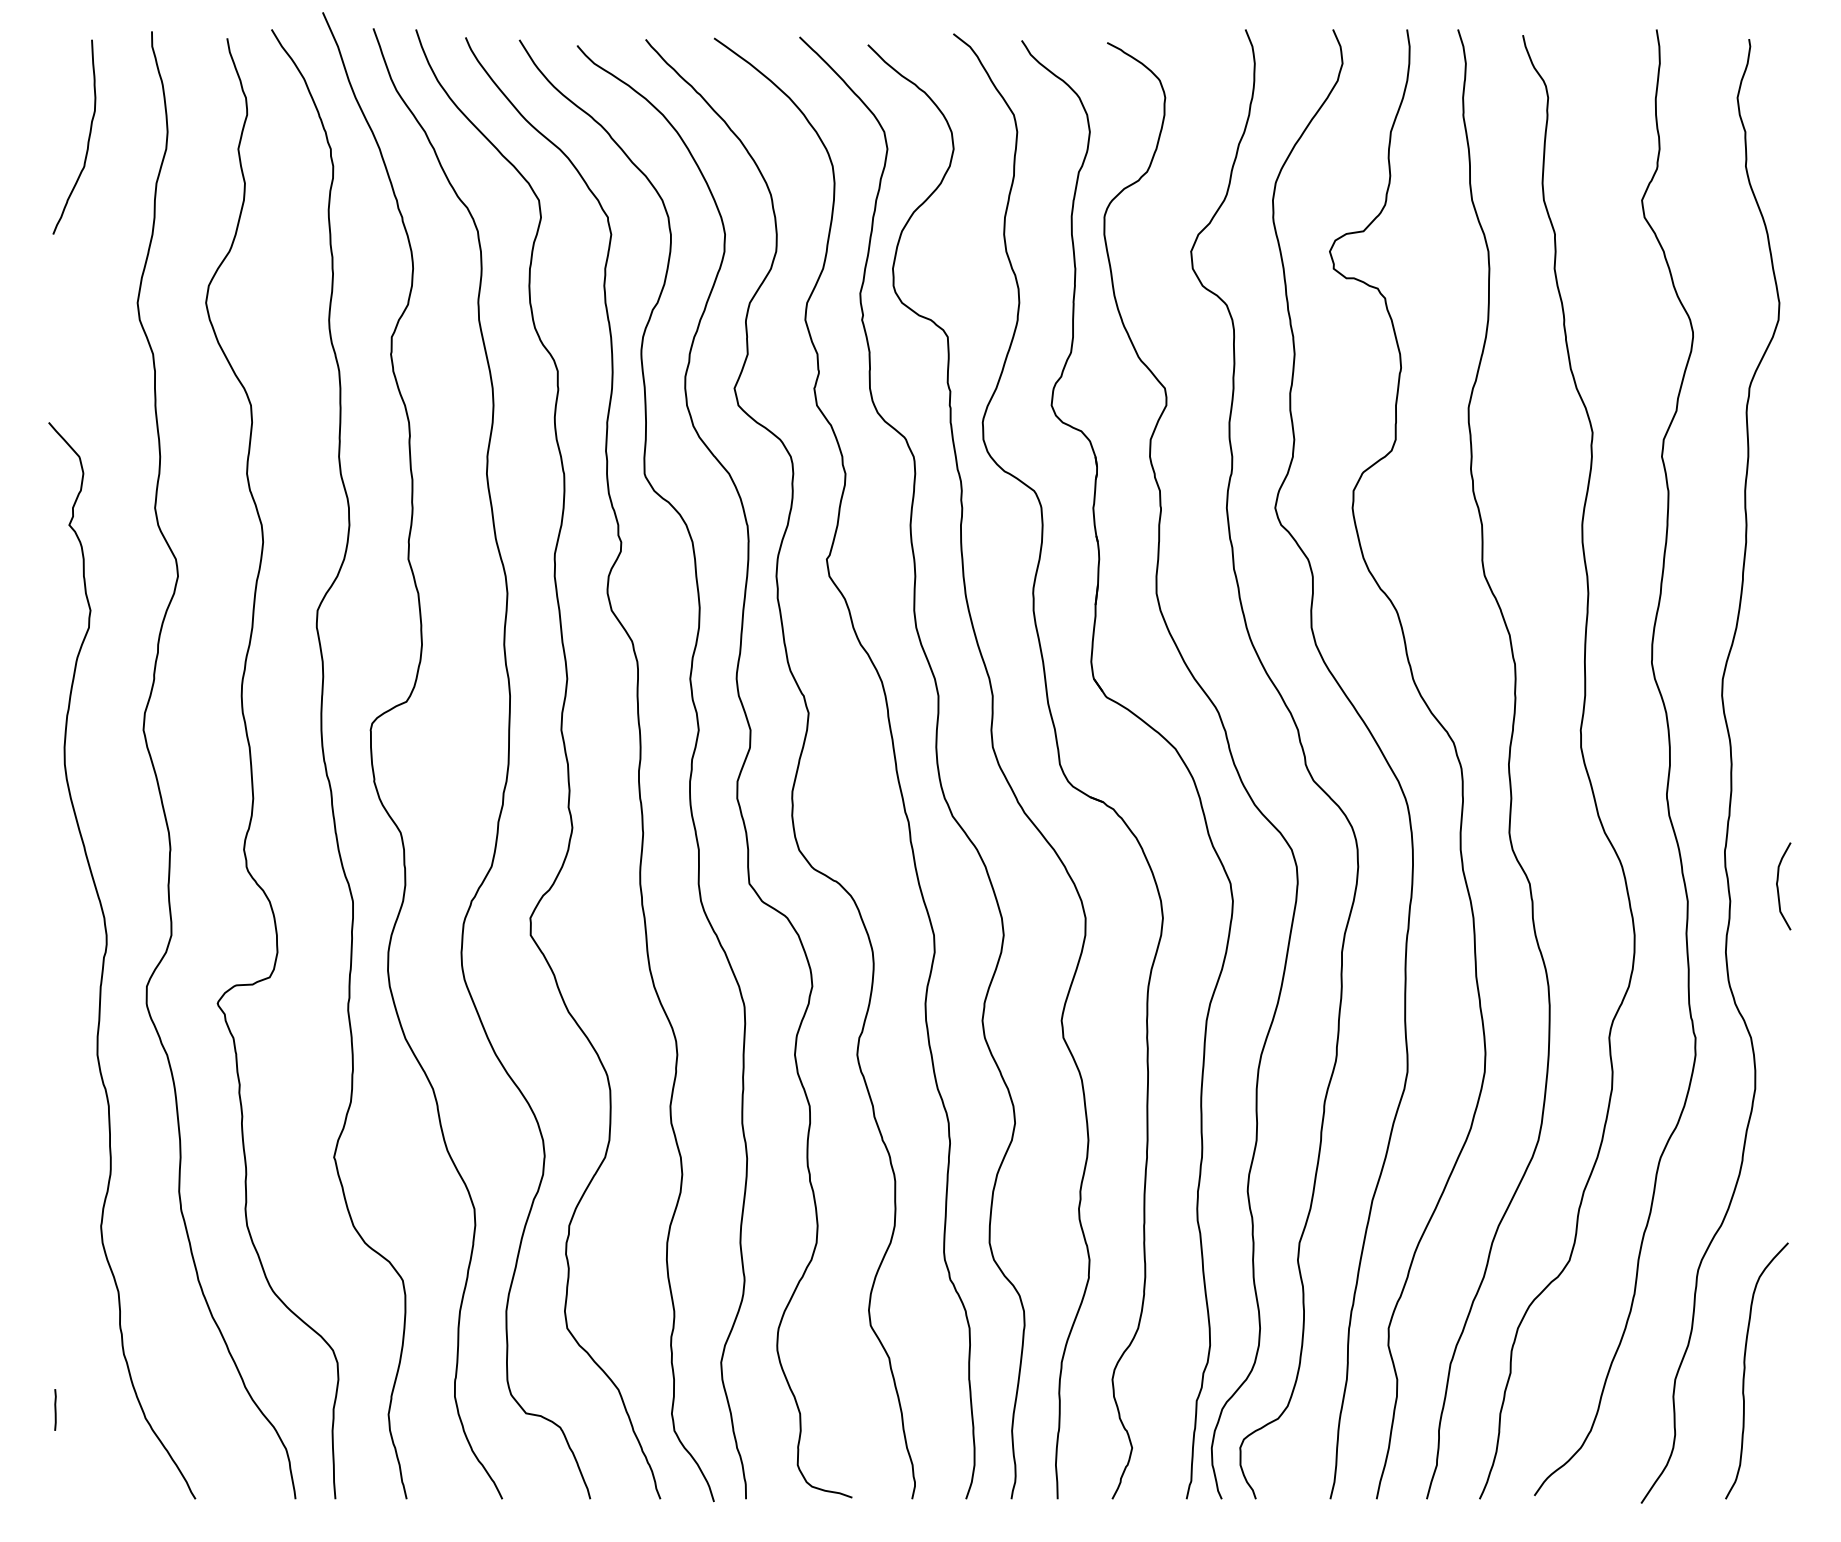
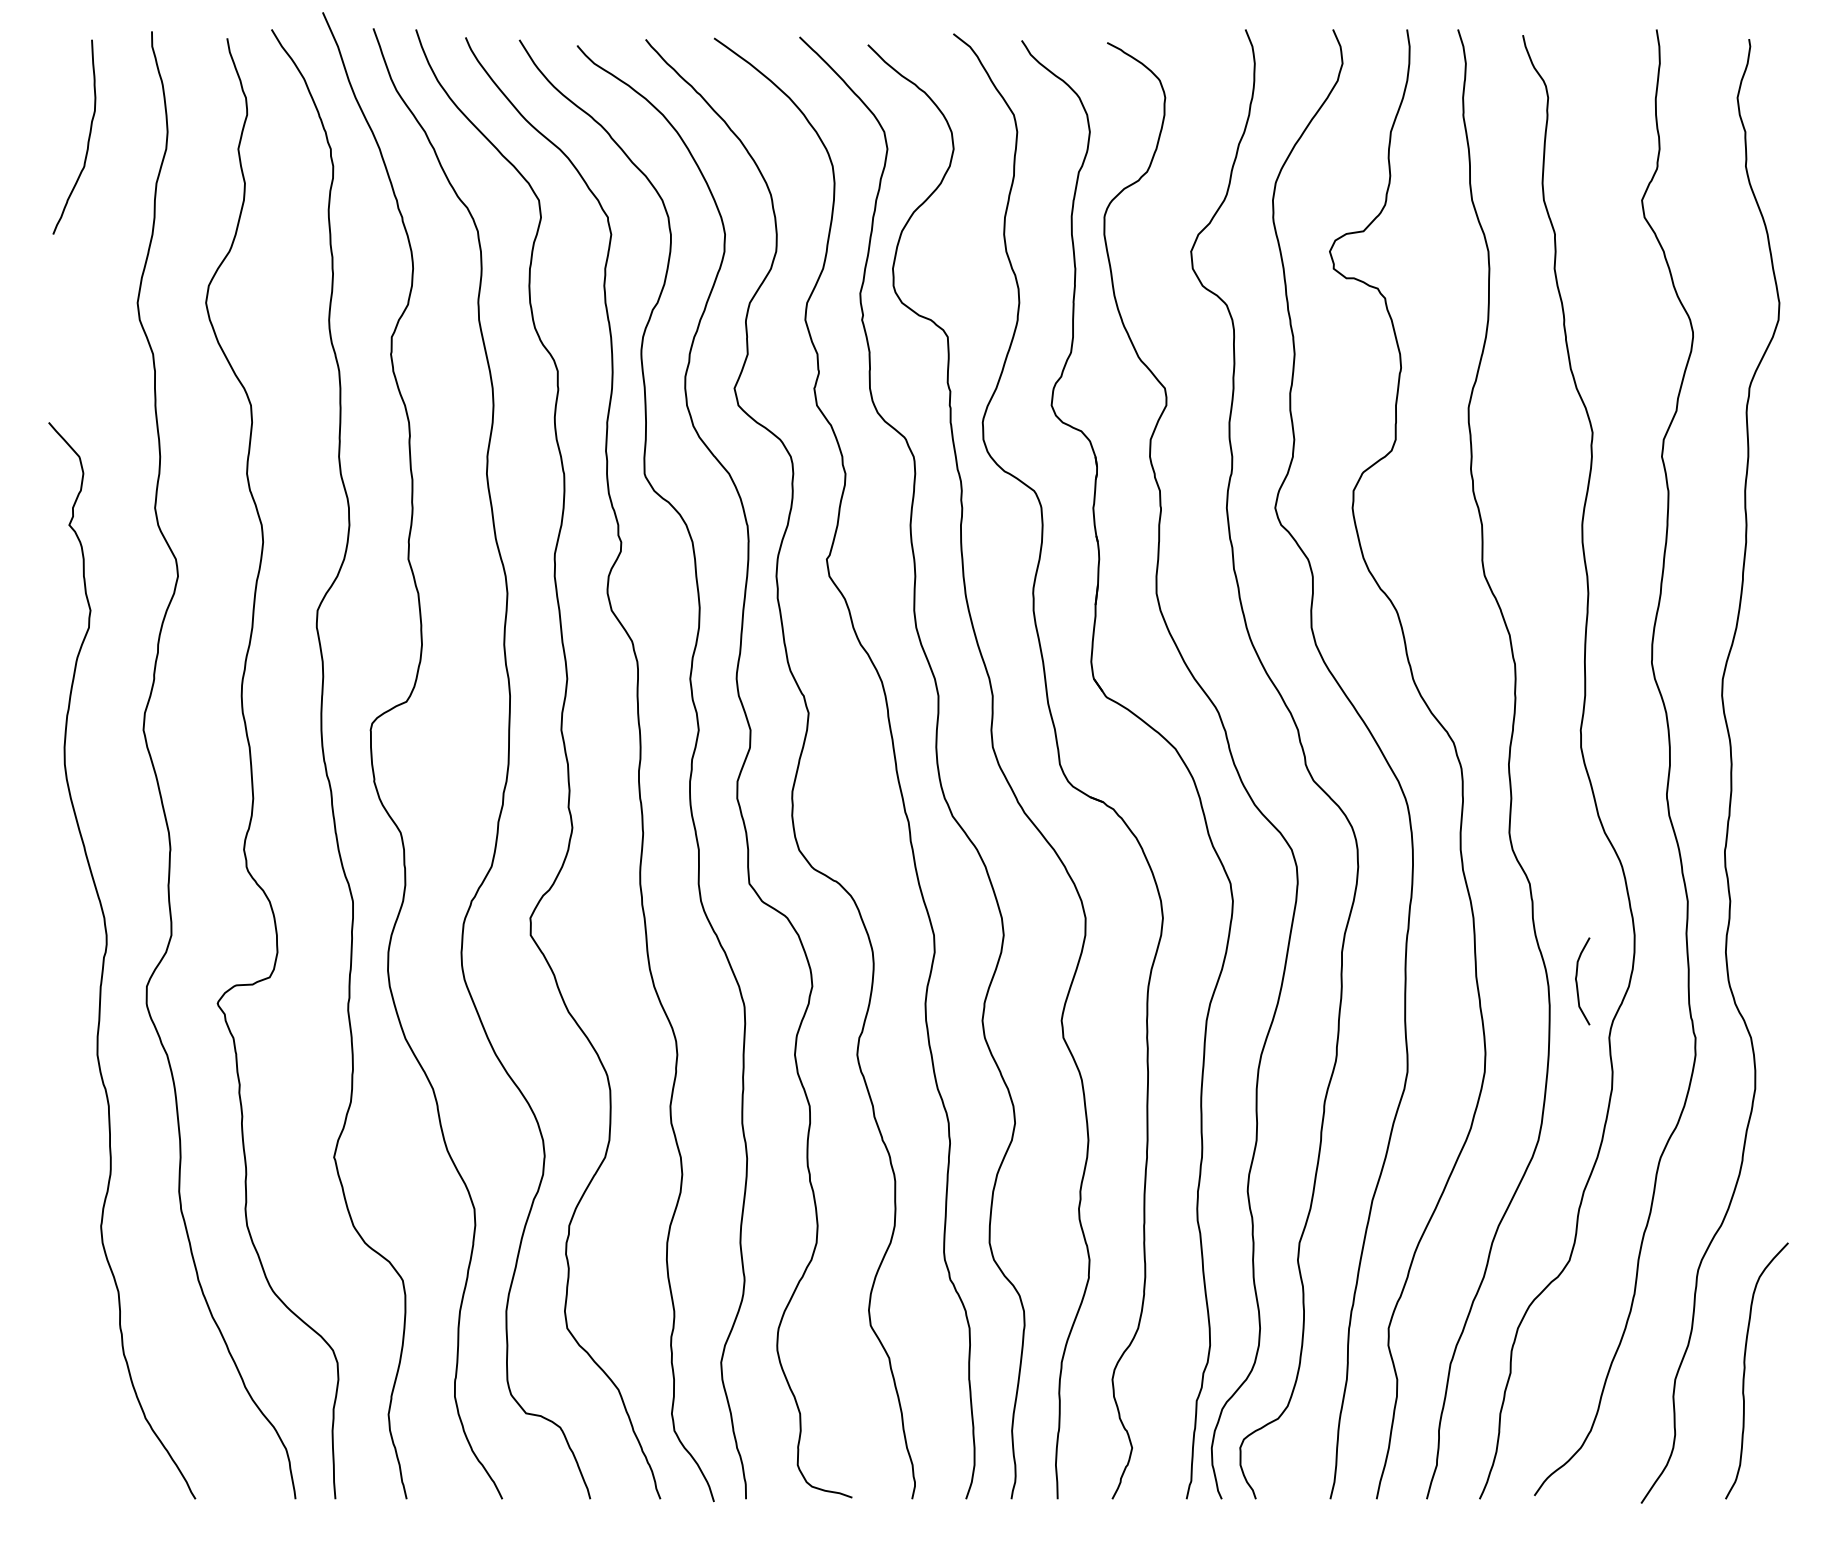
curve at (1778, 886) position: (1778, 886) -> (1577, 981)
line at (55, 1409): present -> none
